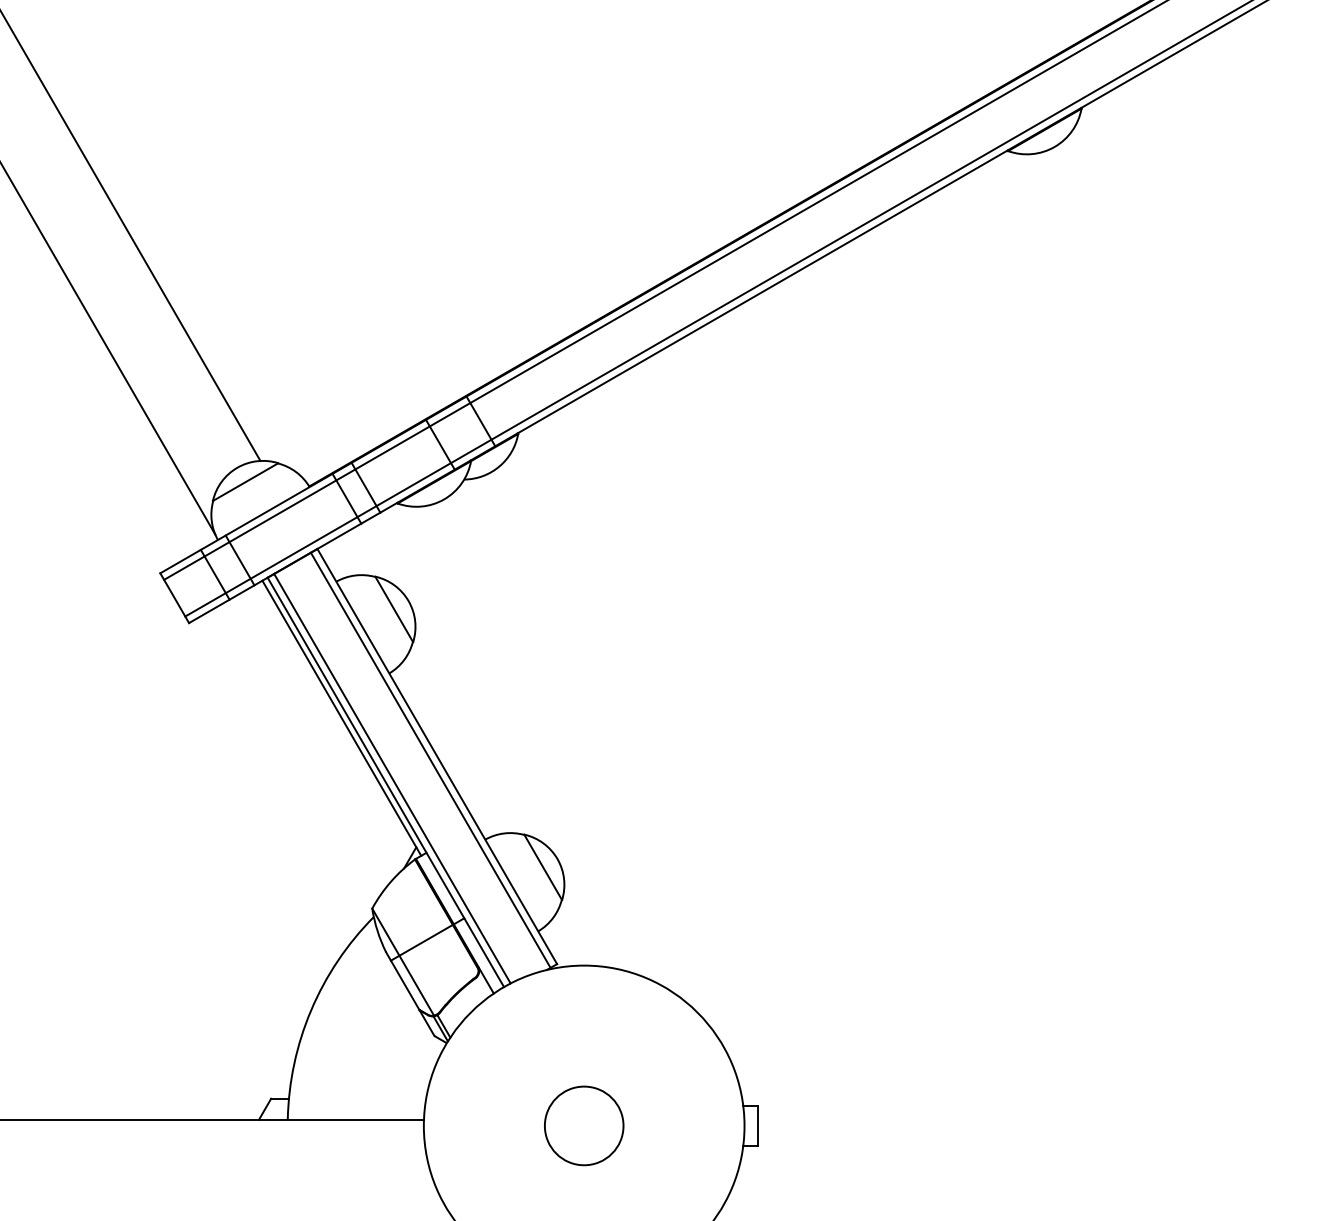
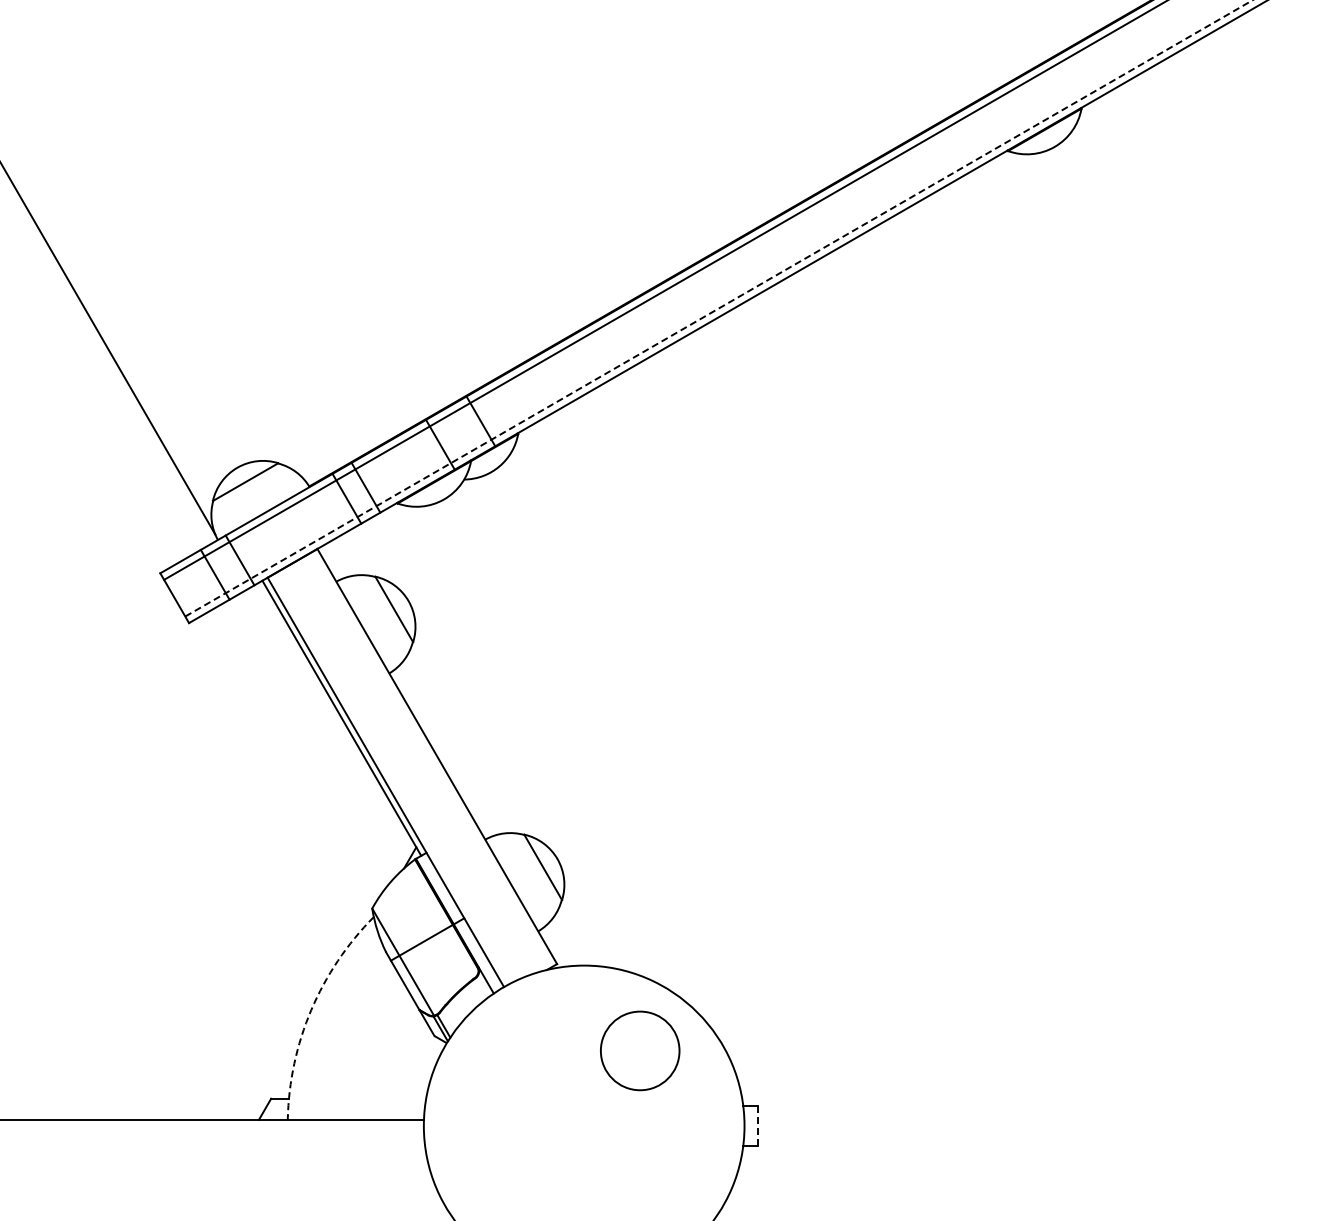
line at (131, 236): present -> none
line at (719, 308): solid -> dashed
line at (430, 759): present -> none
line at (392, 778): present -> none
arc at (311, 1010): solid -> dashed
circle at (584, 1125) position: (584, 1125) -> (640, 1050)
line at (757, 1125): solid -> dashed
